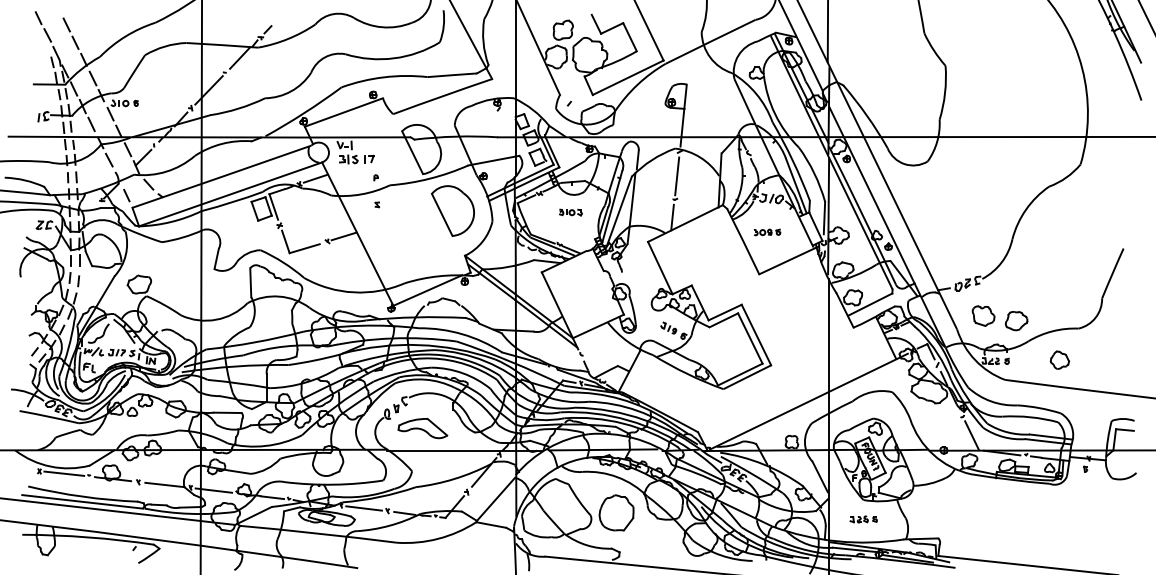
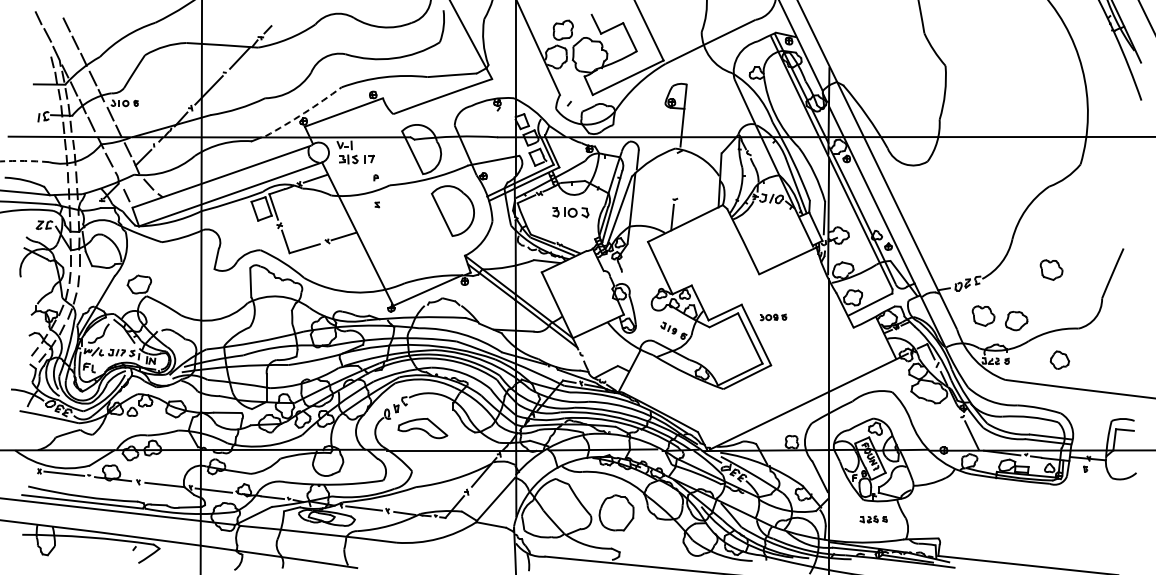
line at (827, 32): present -> none
arc at (304, 113): solid -> dashed
arc at (24, 161): solid -> dashed
line at (677, 176): present -> none
part at (570, 212) size: 24x9 px -> 38x12 px
part at (767, 232) position: (767, 232) -> (773, 317)
part at (1051, 269): none -> present
part at (863, 519) position: (863, 519) -> (873, 519)
